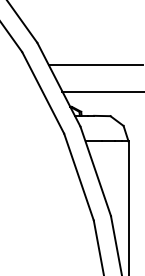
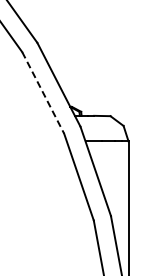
line at (94, 65): present -> none
line at (101, 91): present -> none
line at (43, 92): solid -> dashed
